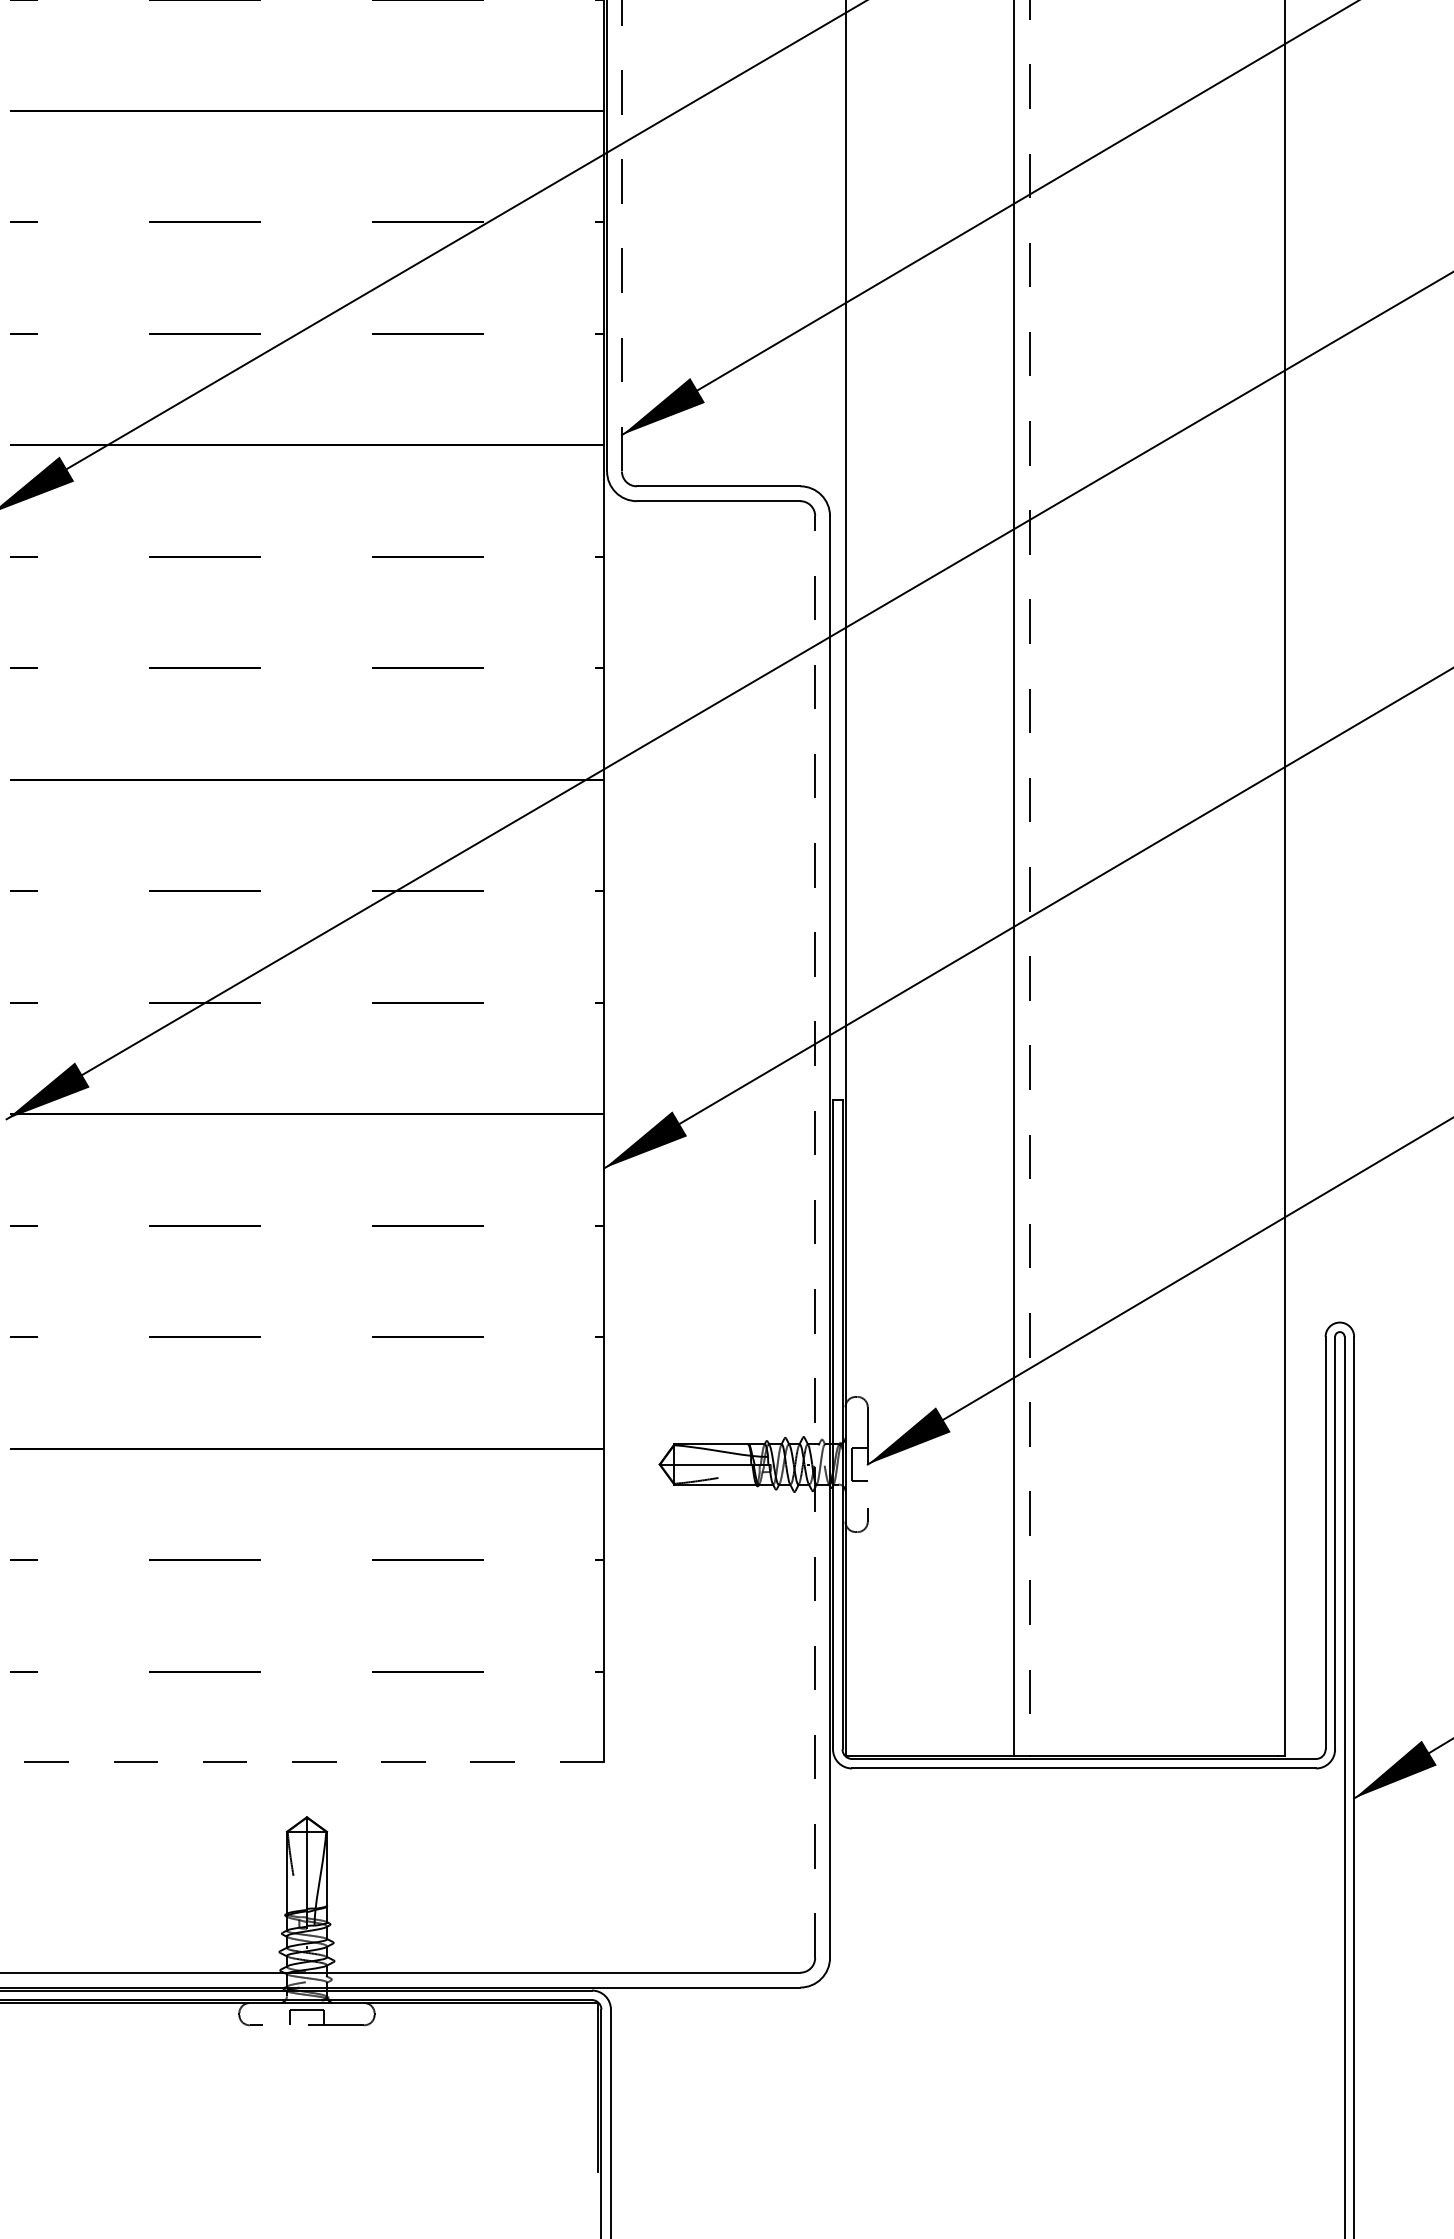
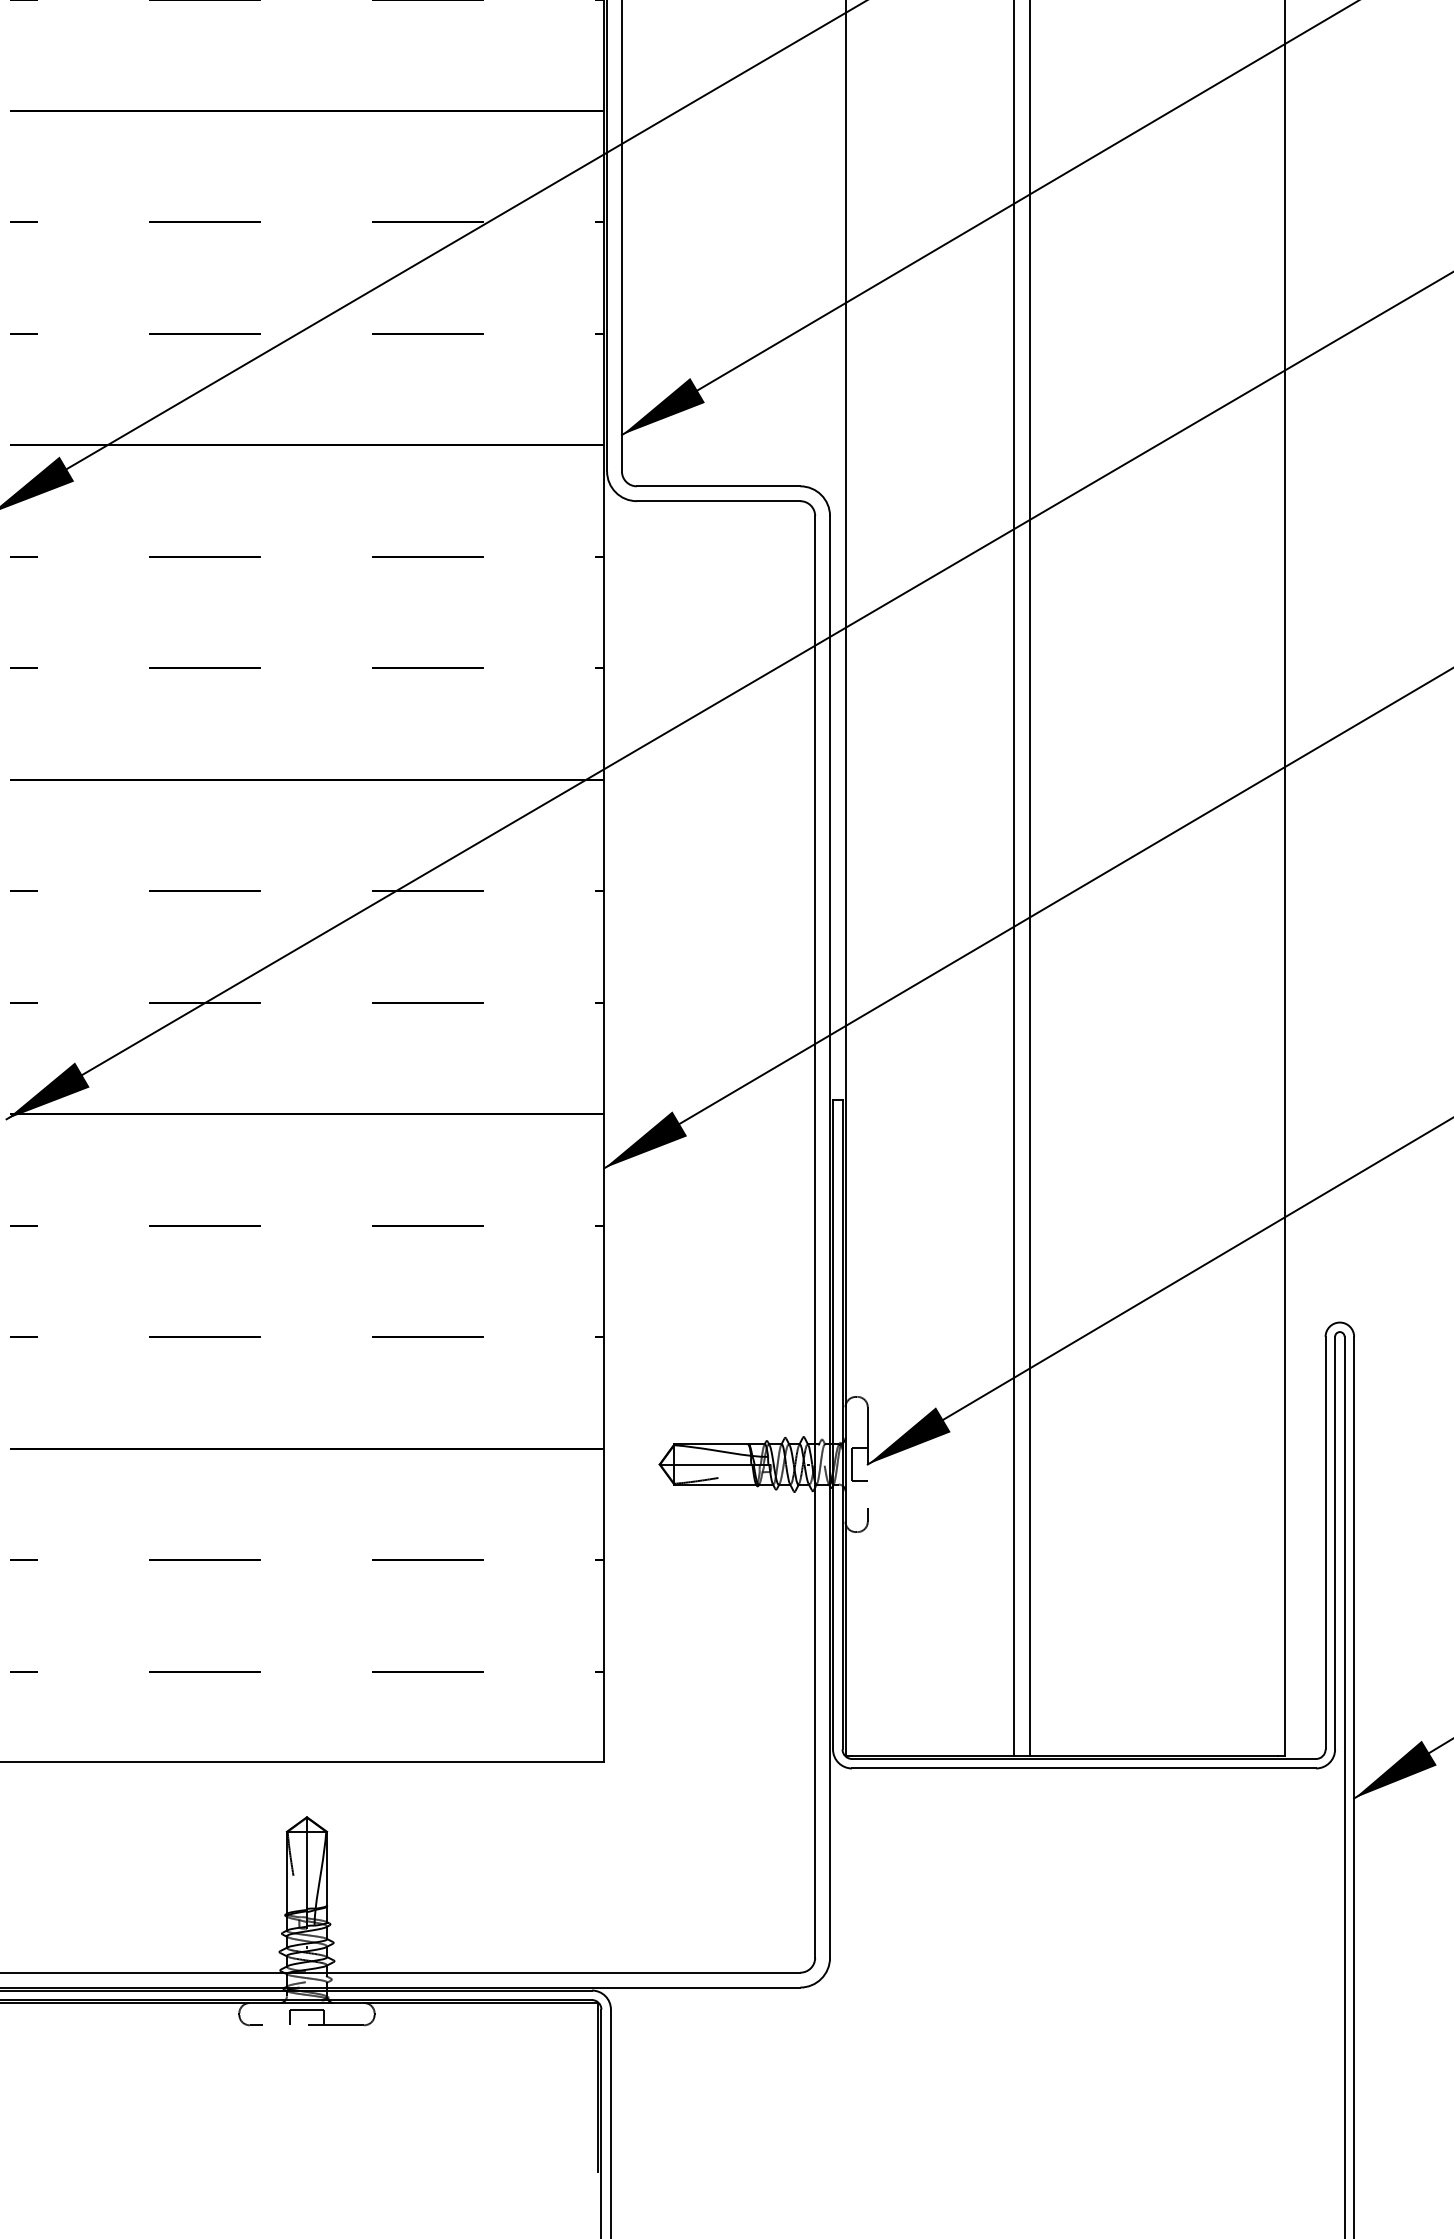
line at (621, 235): dashed -> solid
line at (1030, 878): dashed -> solid
line at (815, 1236): dashed -> solid
line at (302, 1761): dashed -> solid
